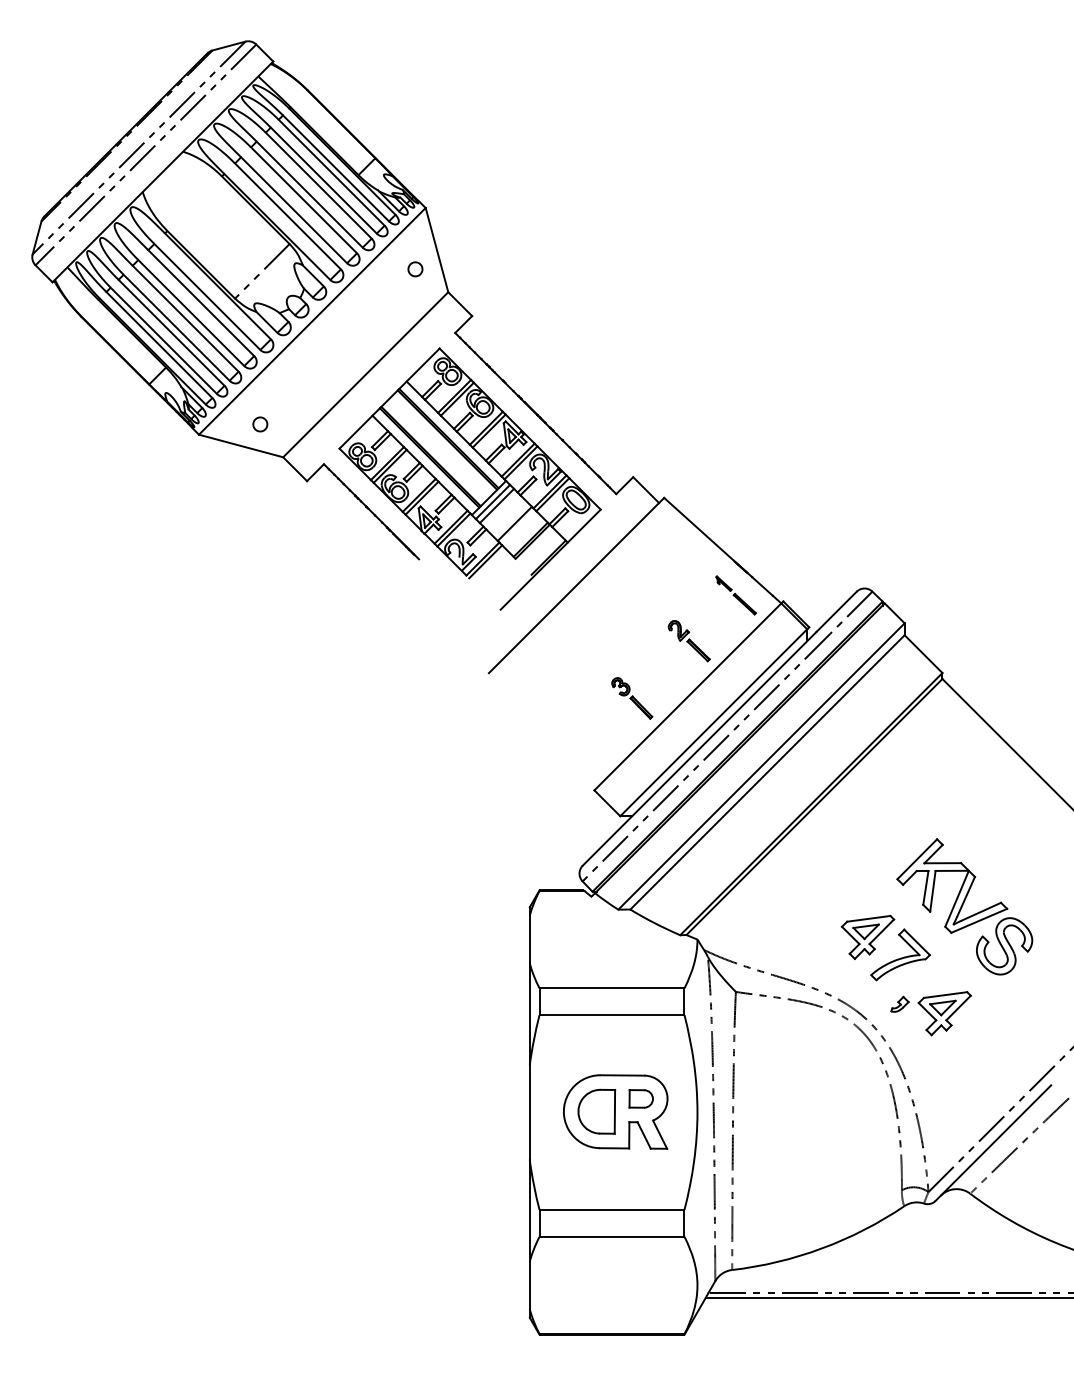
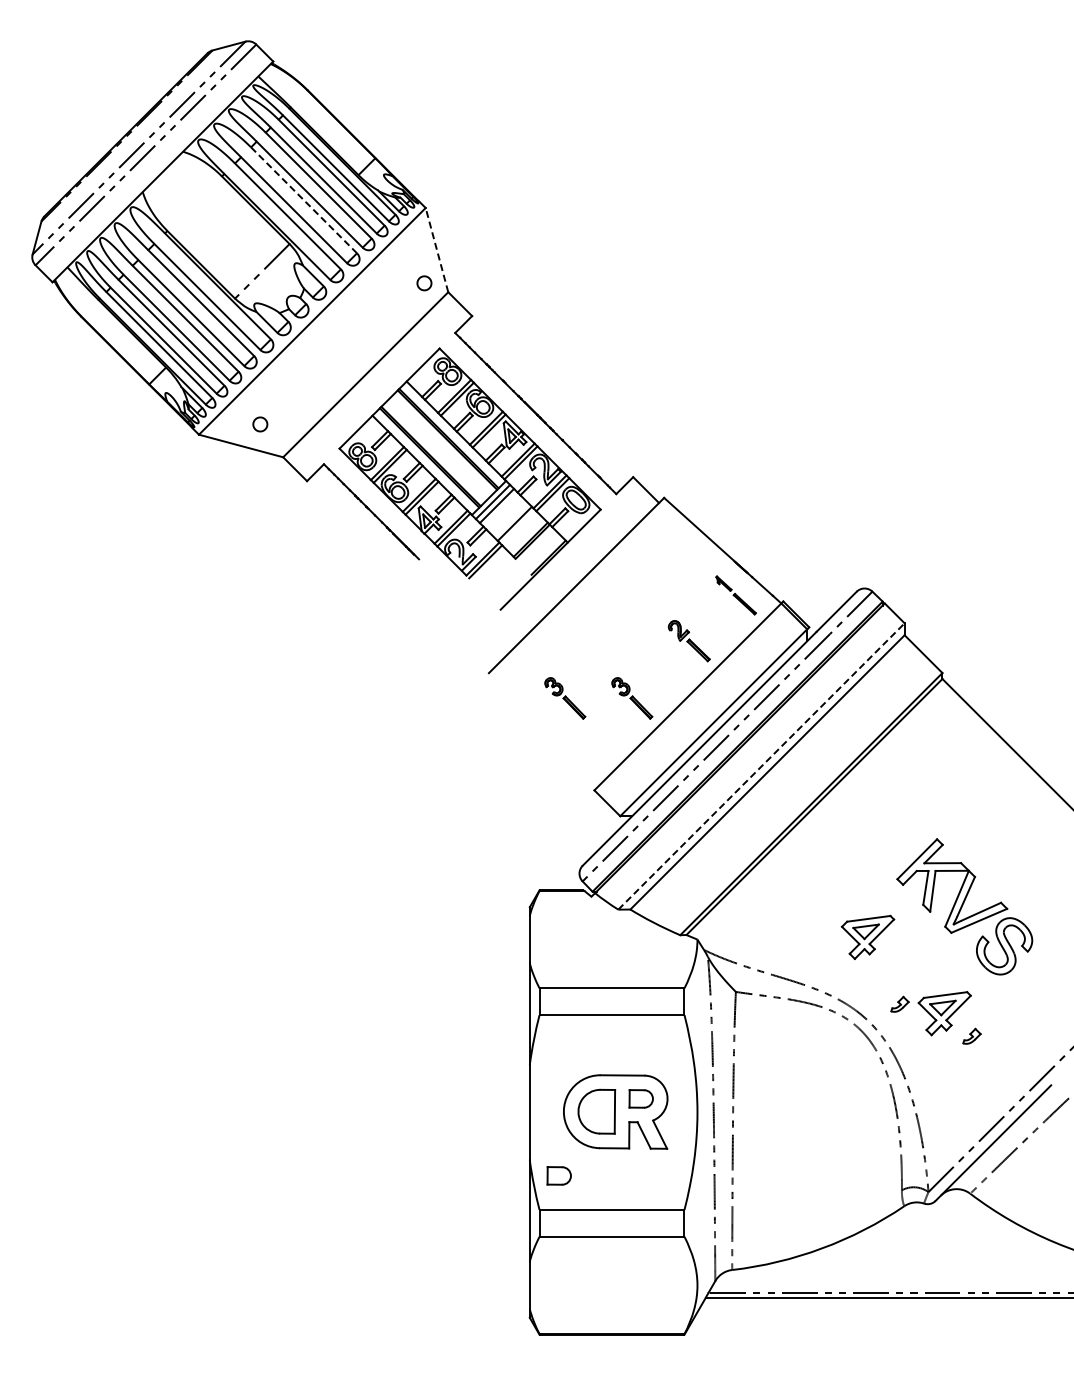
line at (304, 200): solid -> dashed
line at (436, 250): solid -> dashed
part at (415, 269) position: (415, 269) -> (424, 283)
part at (565, 698): none -> present
line at (761, 766): solid -> dashed
part at (900, 954): present -> none
part at (971, 1035): none -> present
part at (558, 1175): none -> present
